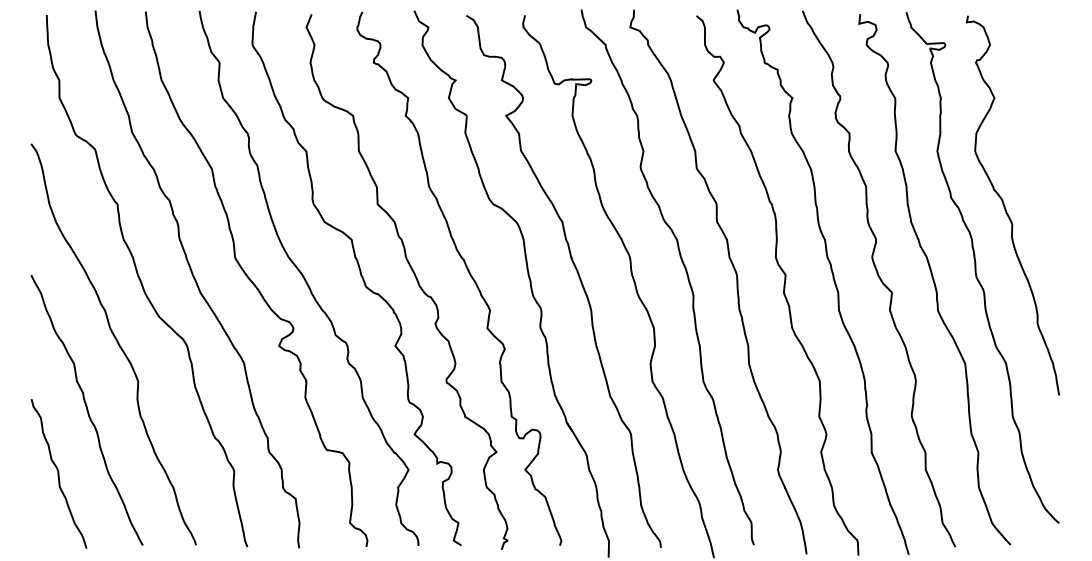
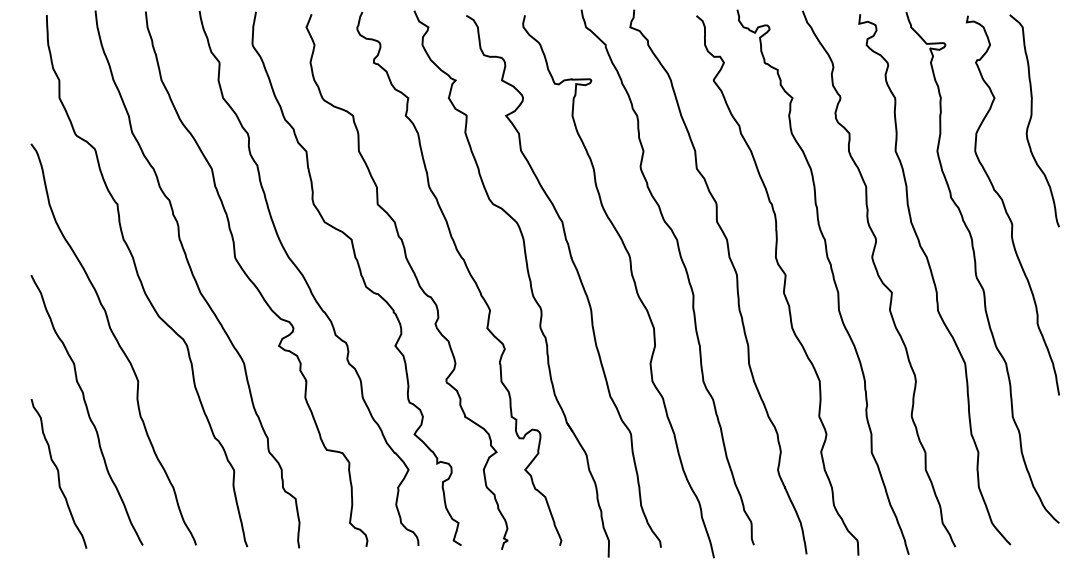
curve at (1031, 119): none -> present
